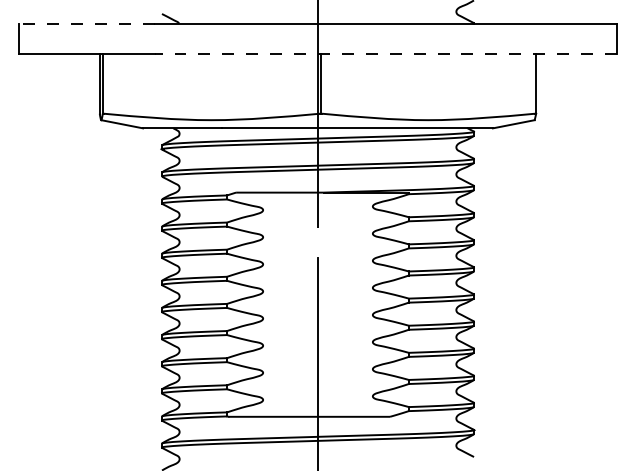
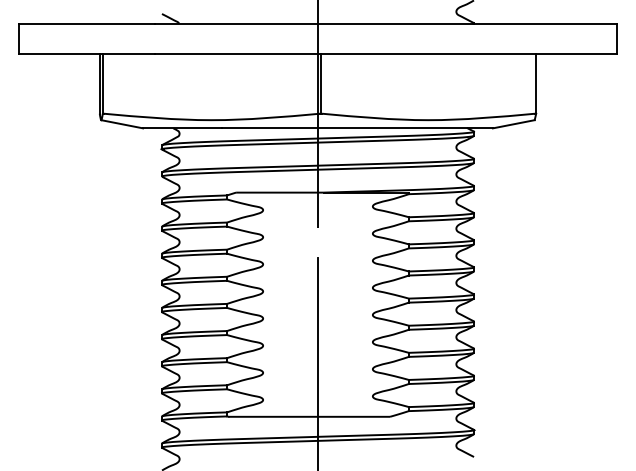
line at (86, 23): dashed -> solid
line at (385, 53): dashed -> solid
